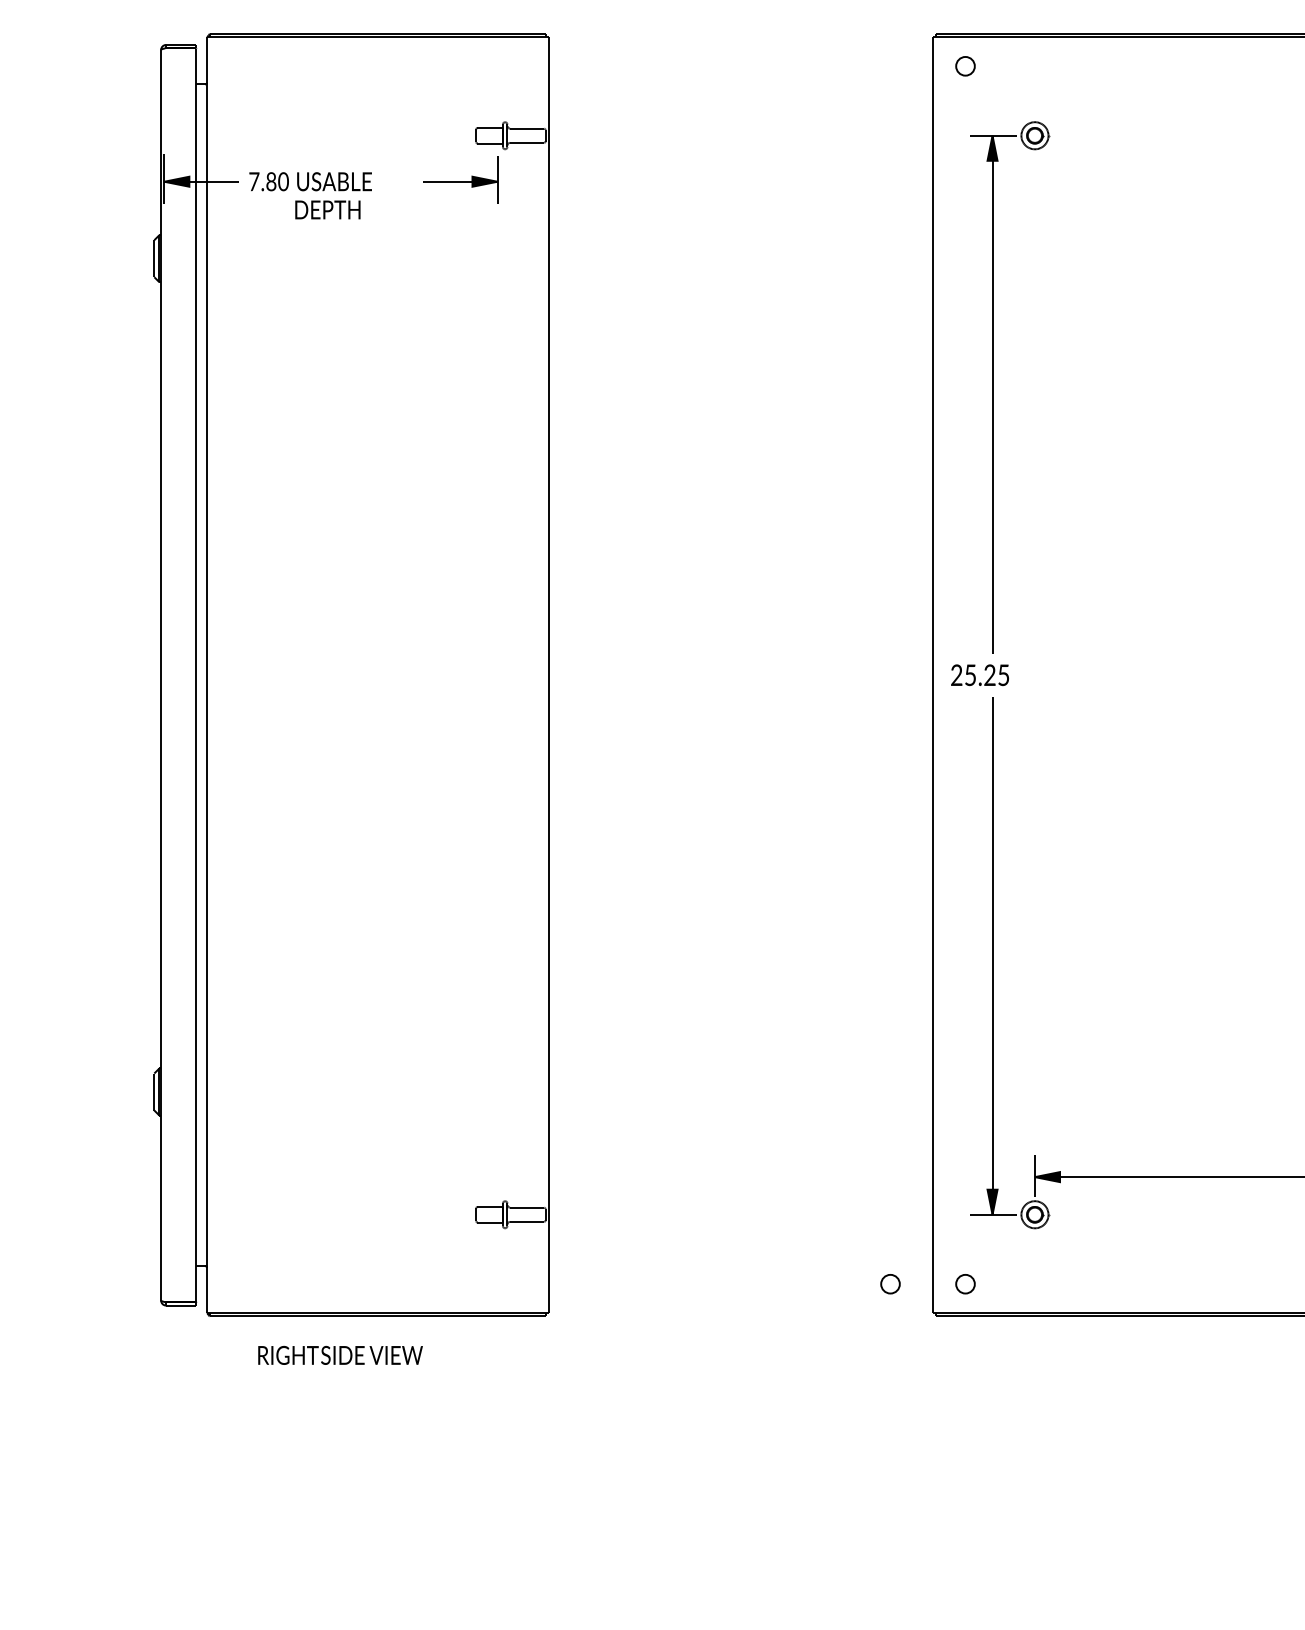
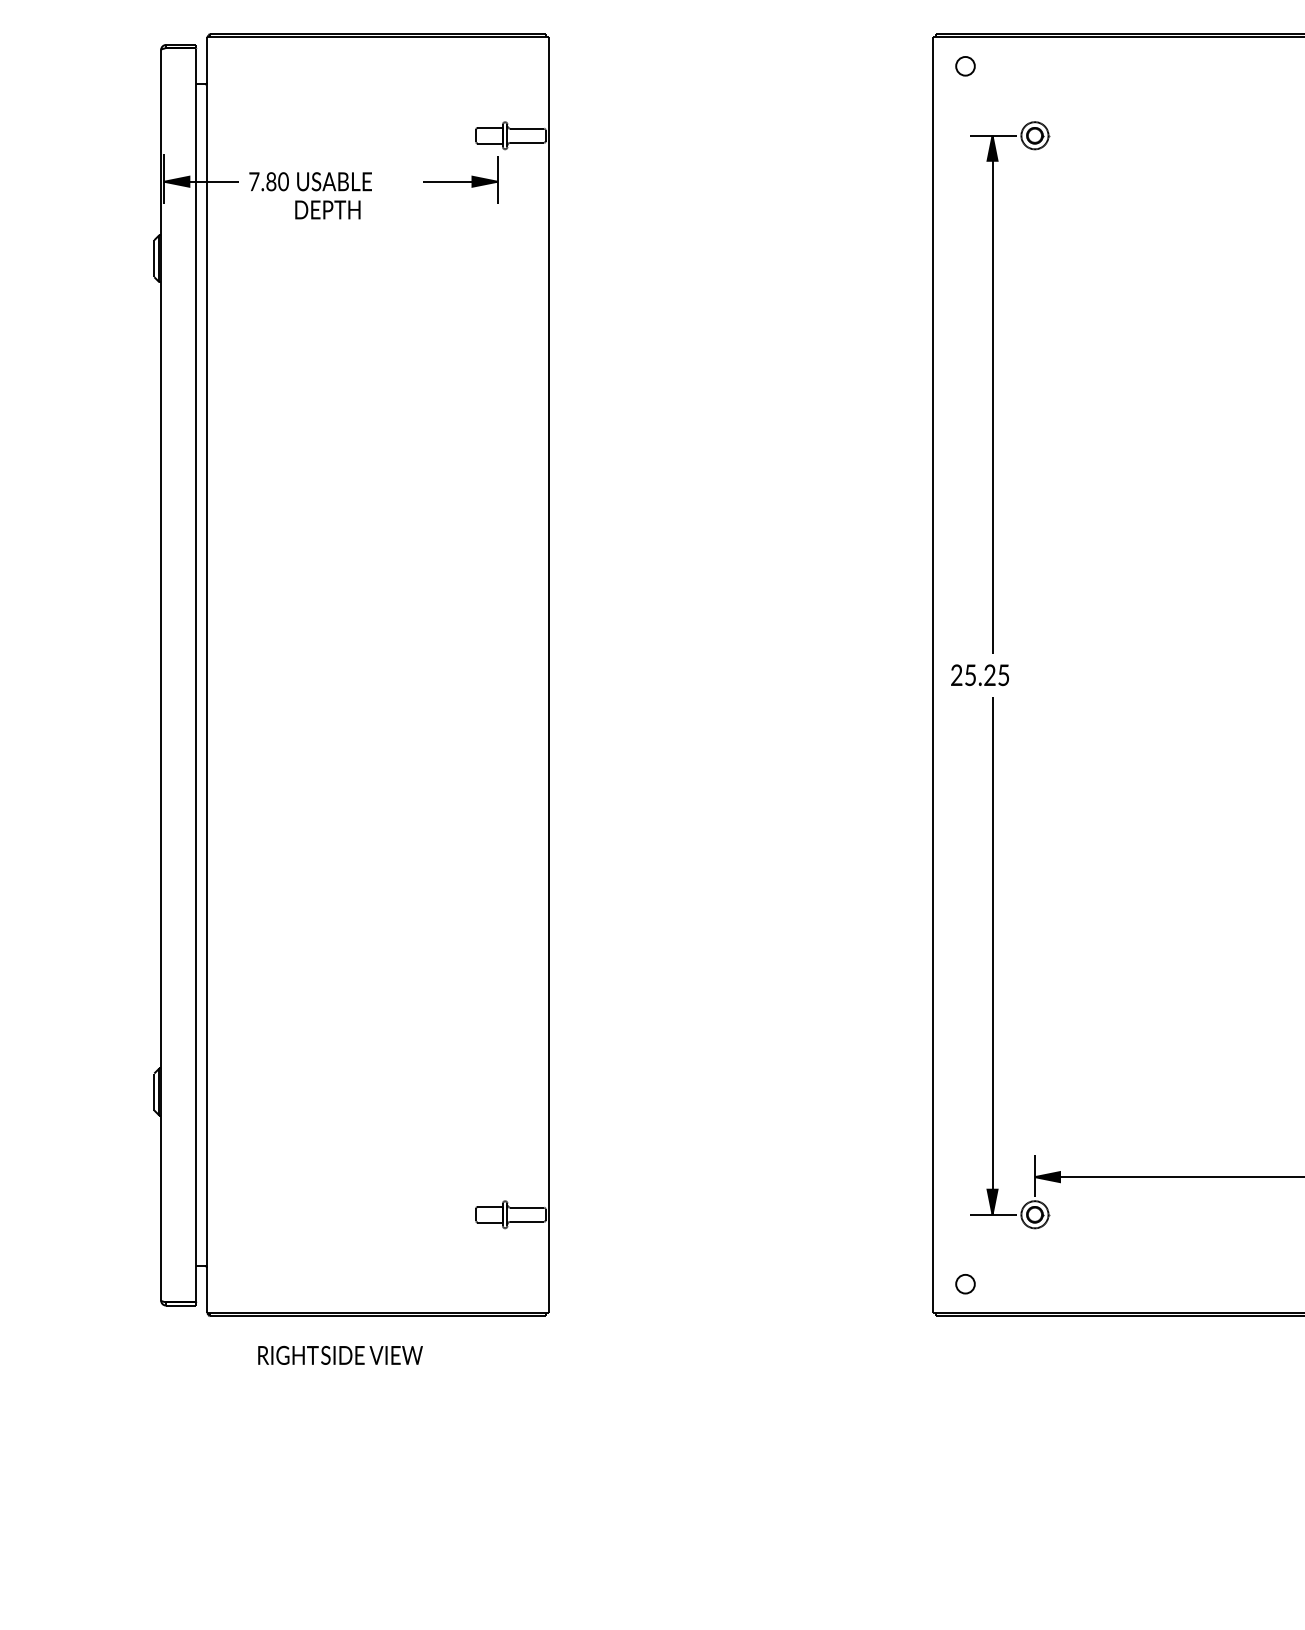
part at (890, 1284): present -> none
